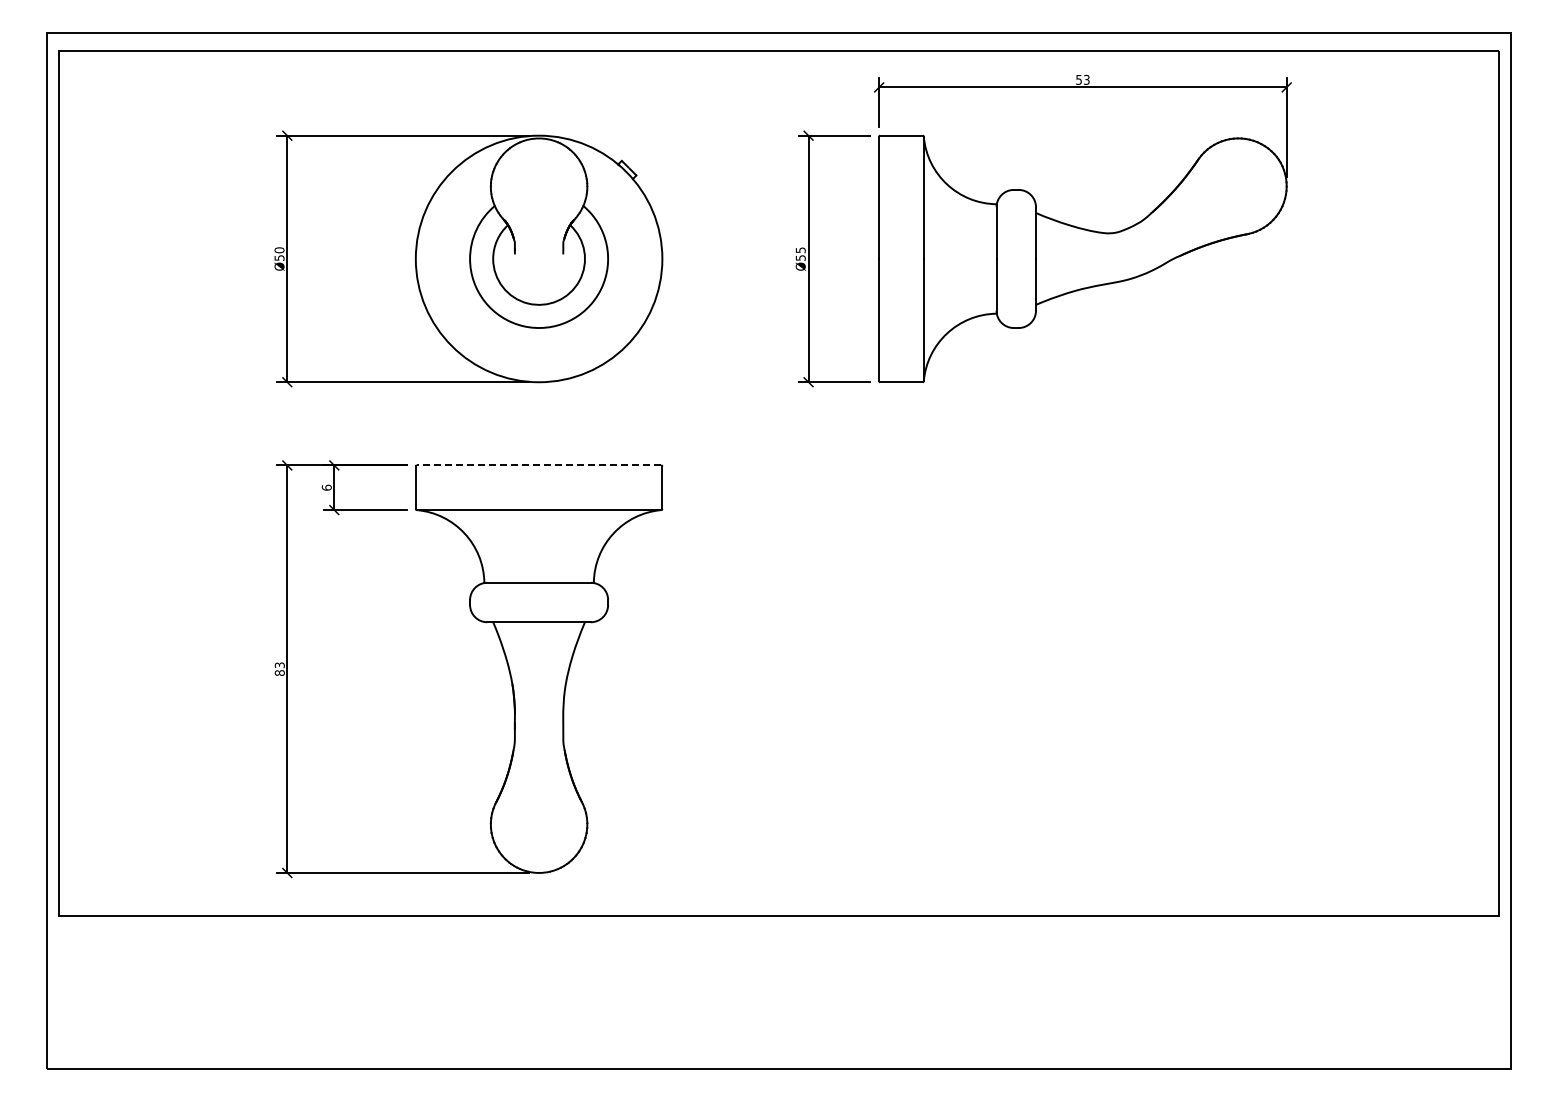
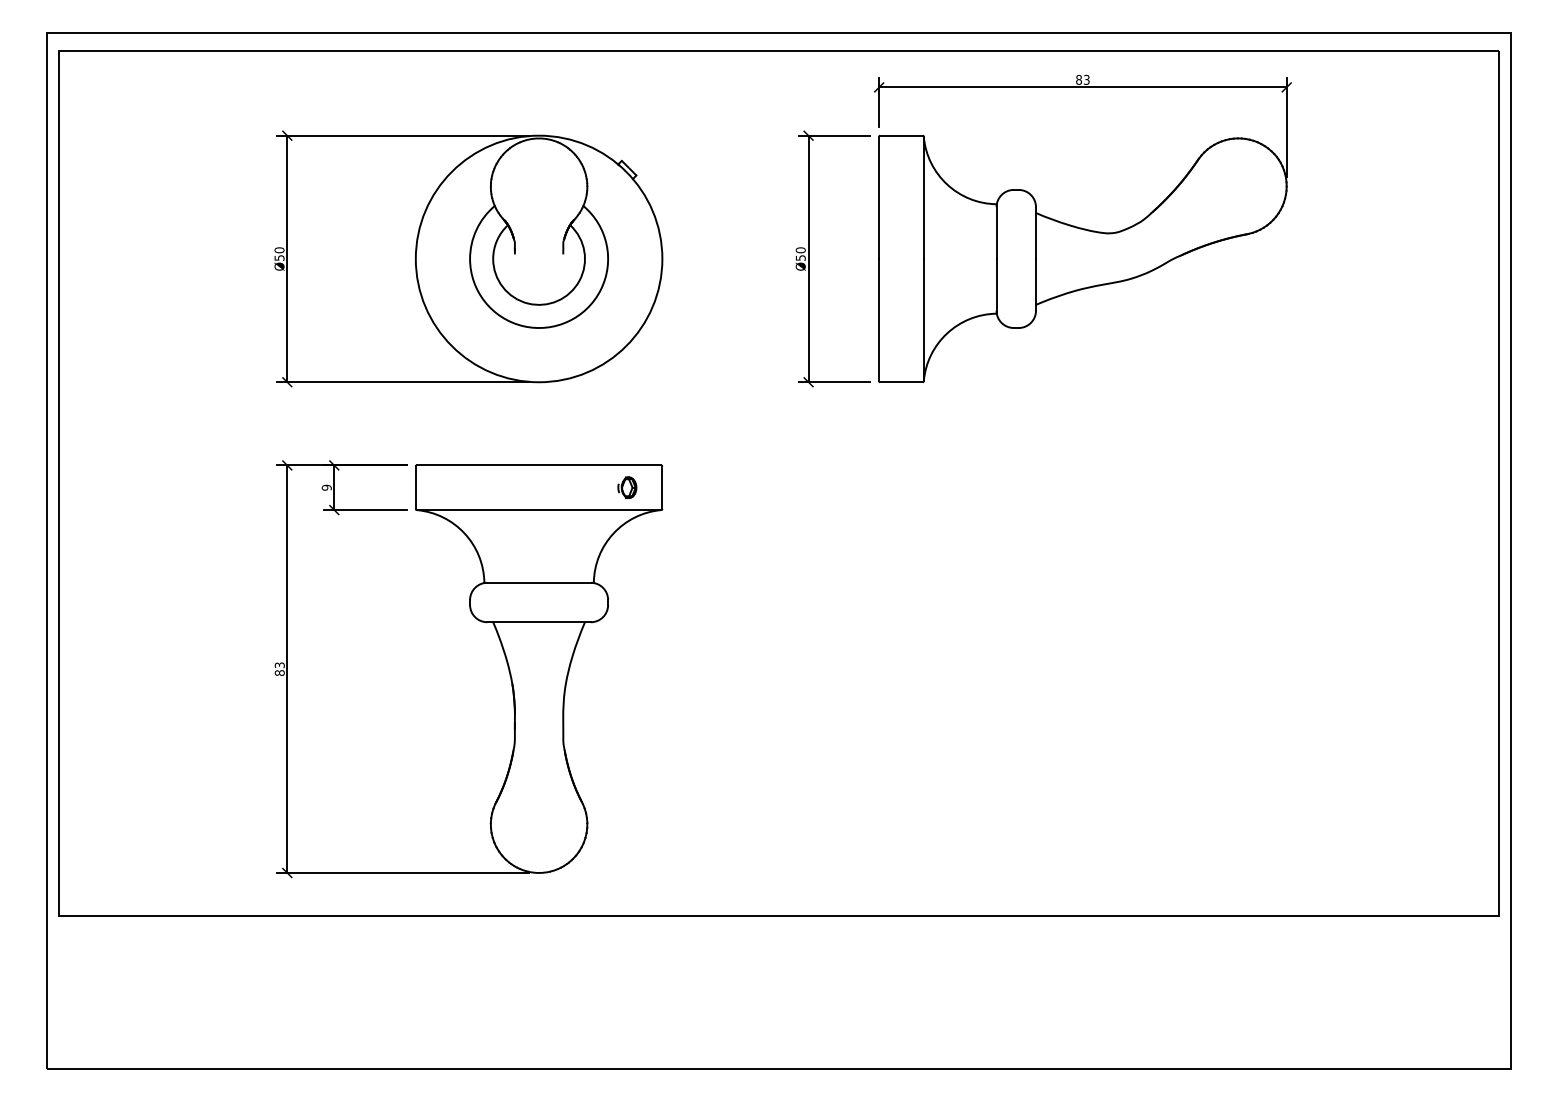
text at (1078, 79): 53 -> 83
text at (800, 250): Ø55 -> Ø50
line at (538, 465): dashed -> solid
text at (326, 487): 6 -> 9
part at (627, 487): none -> present
